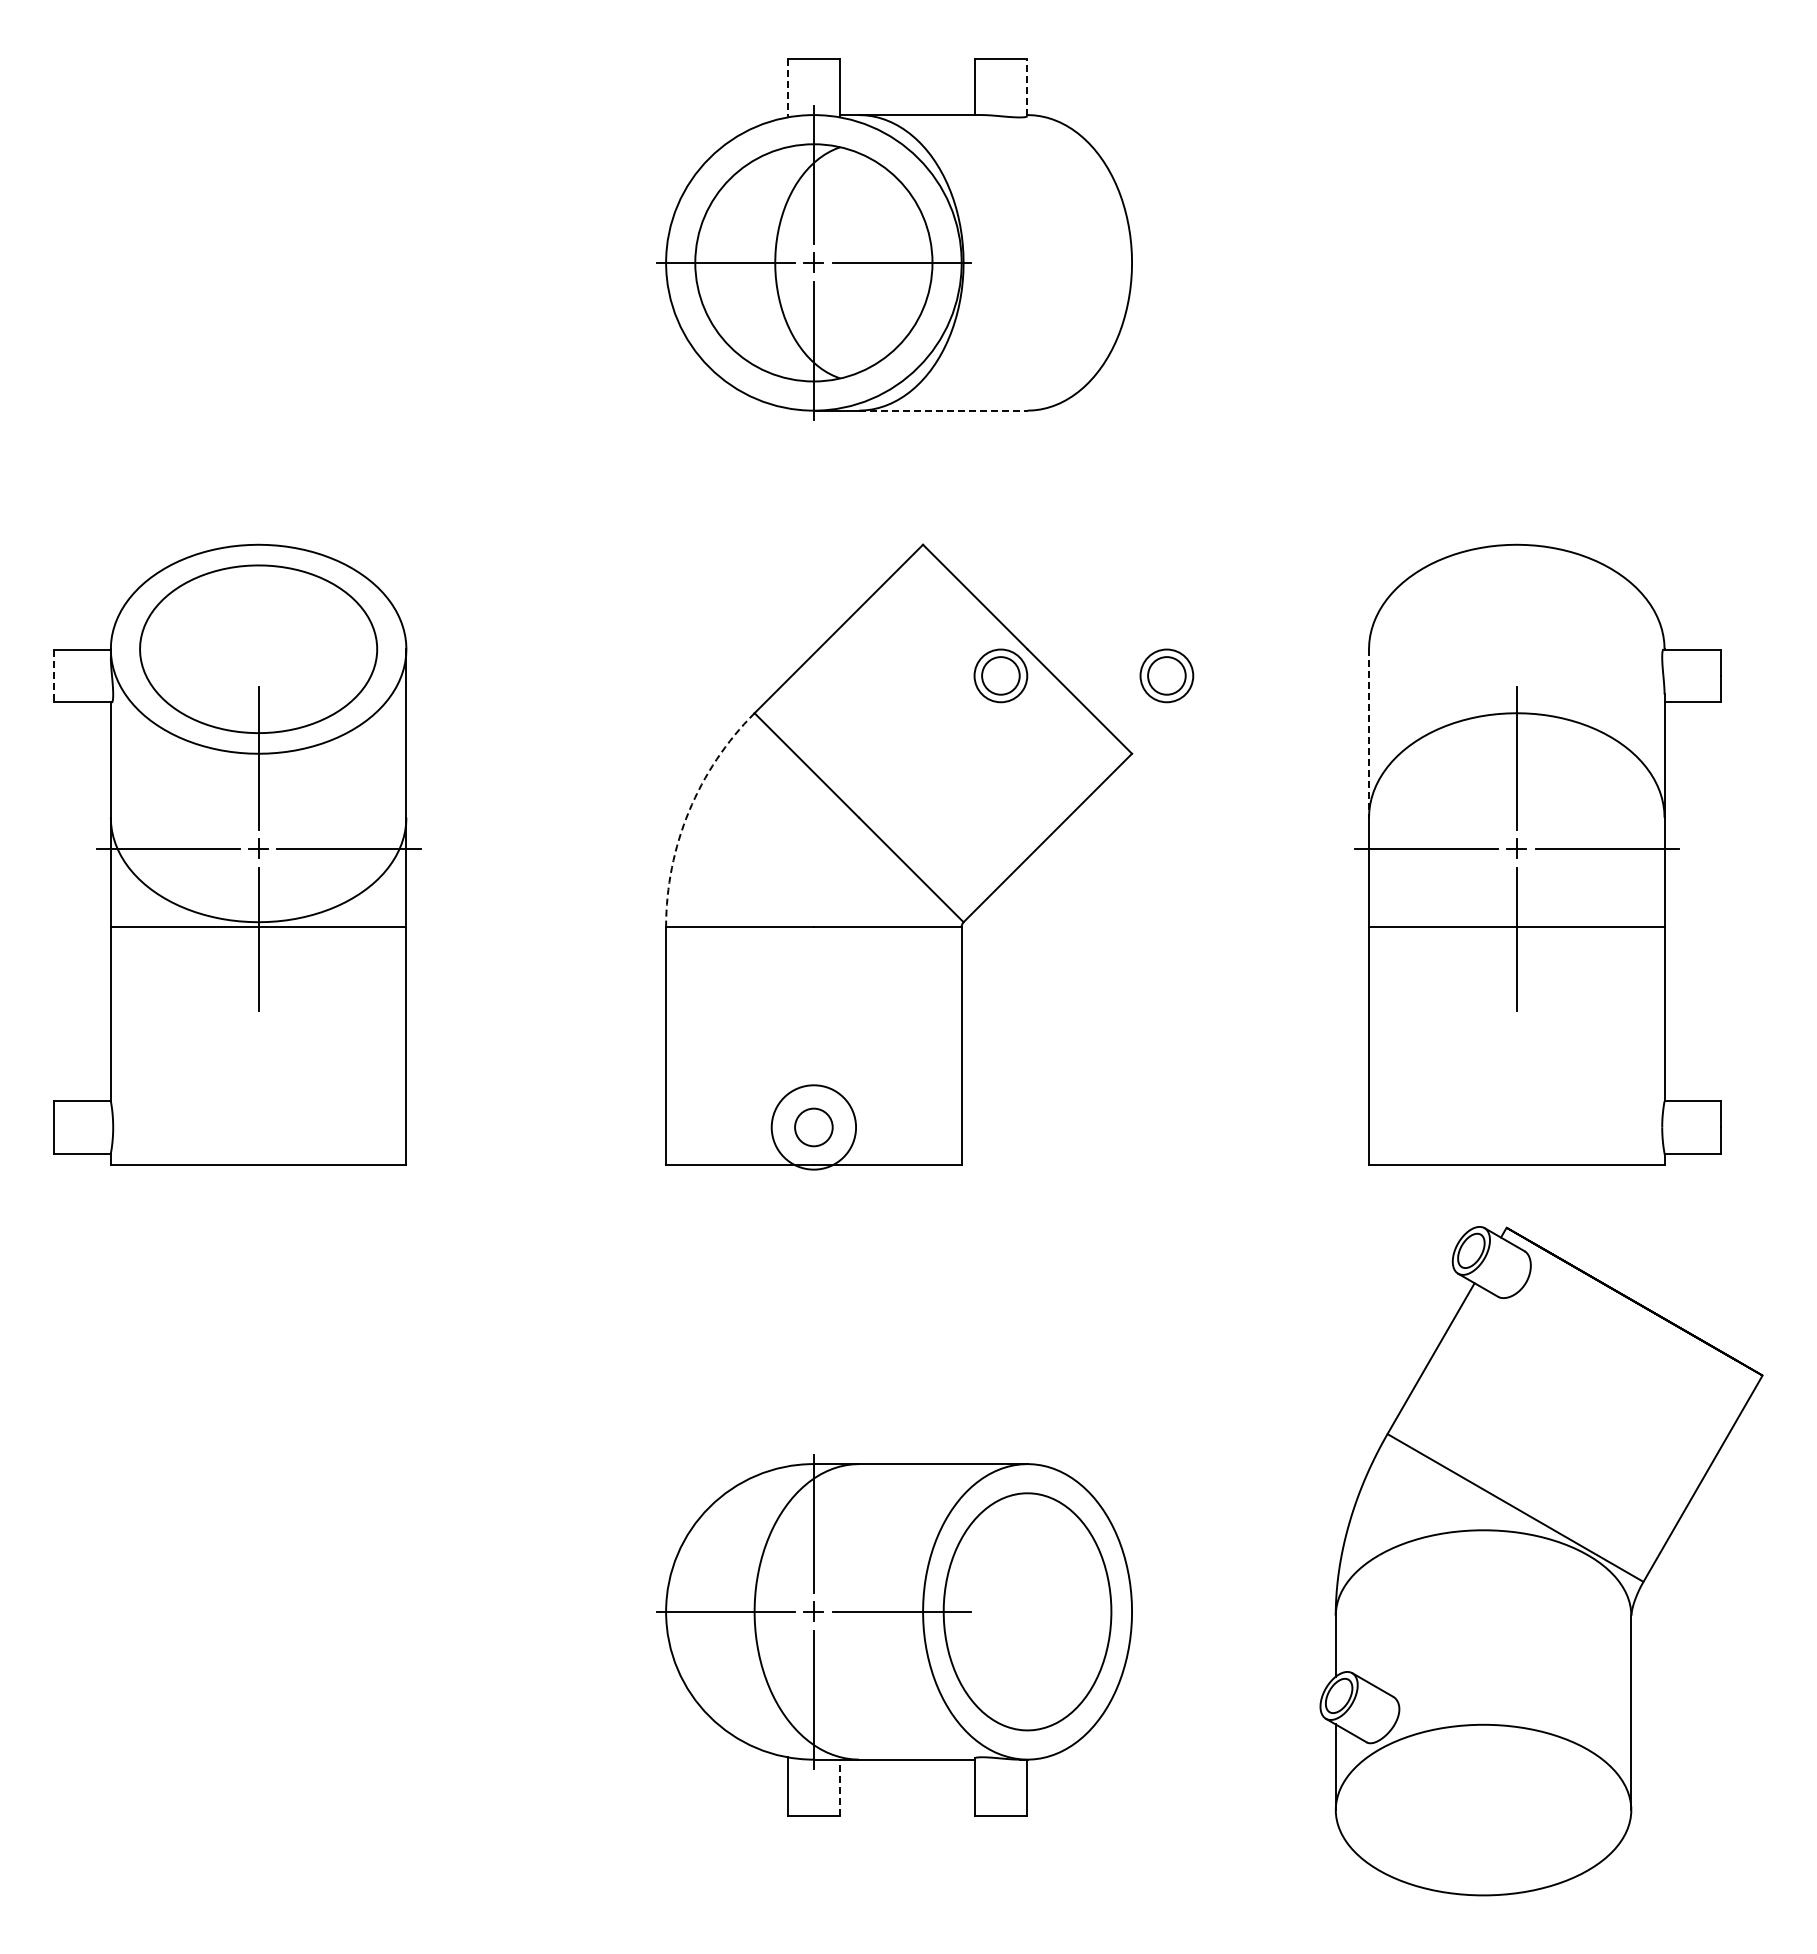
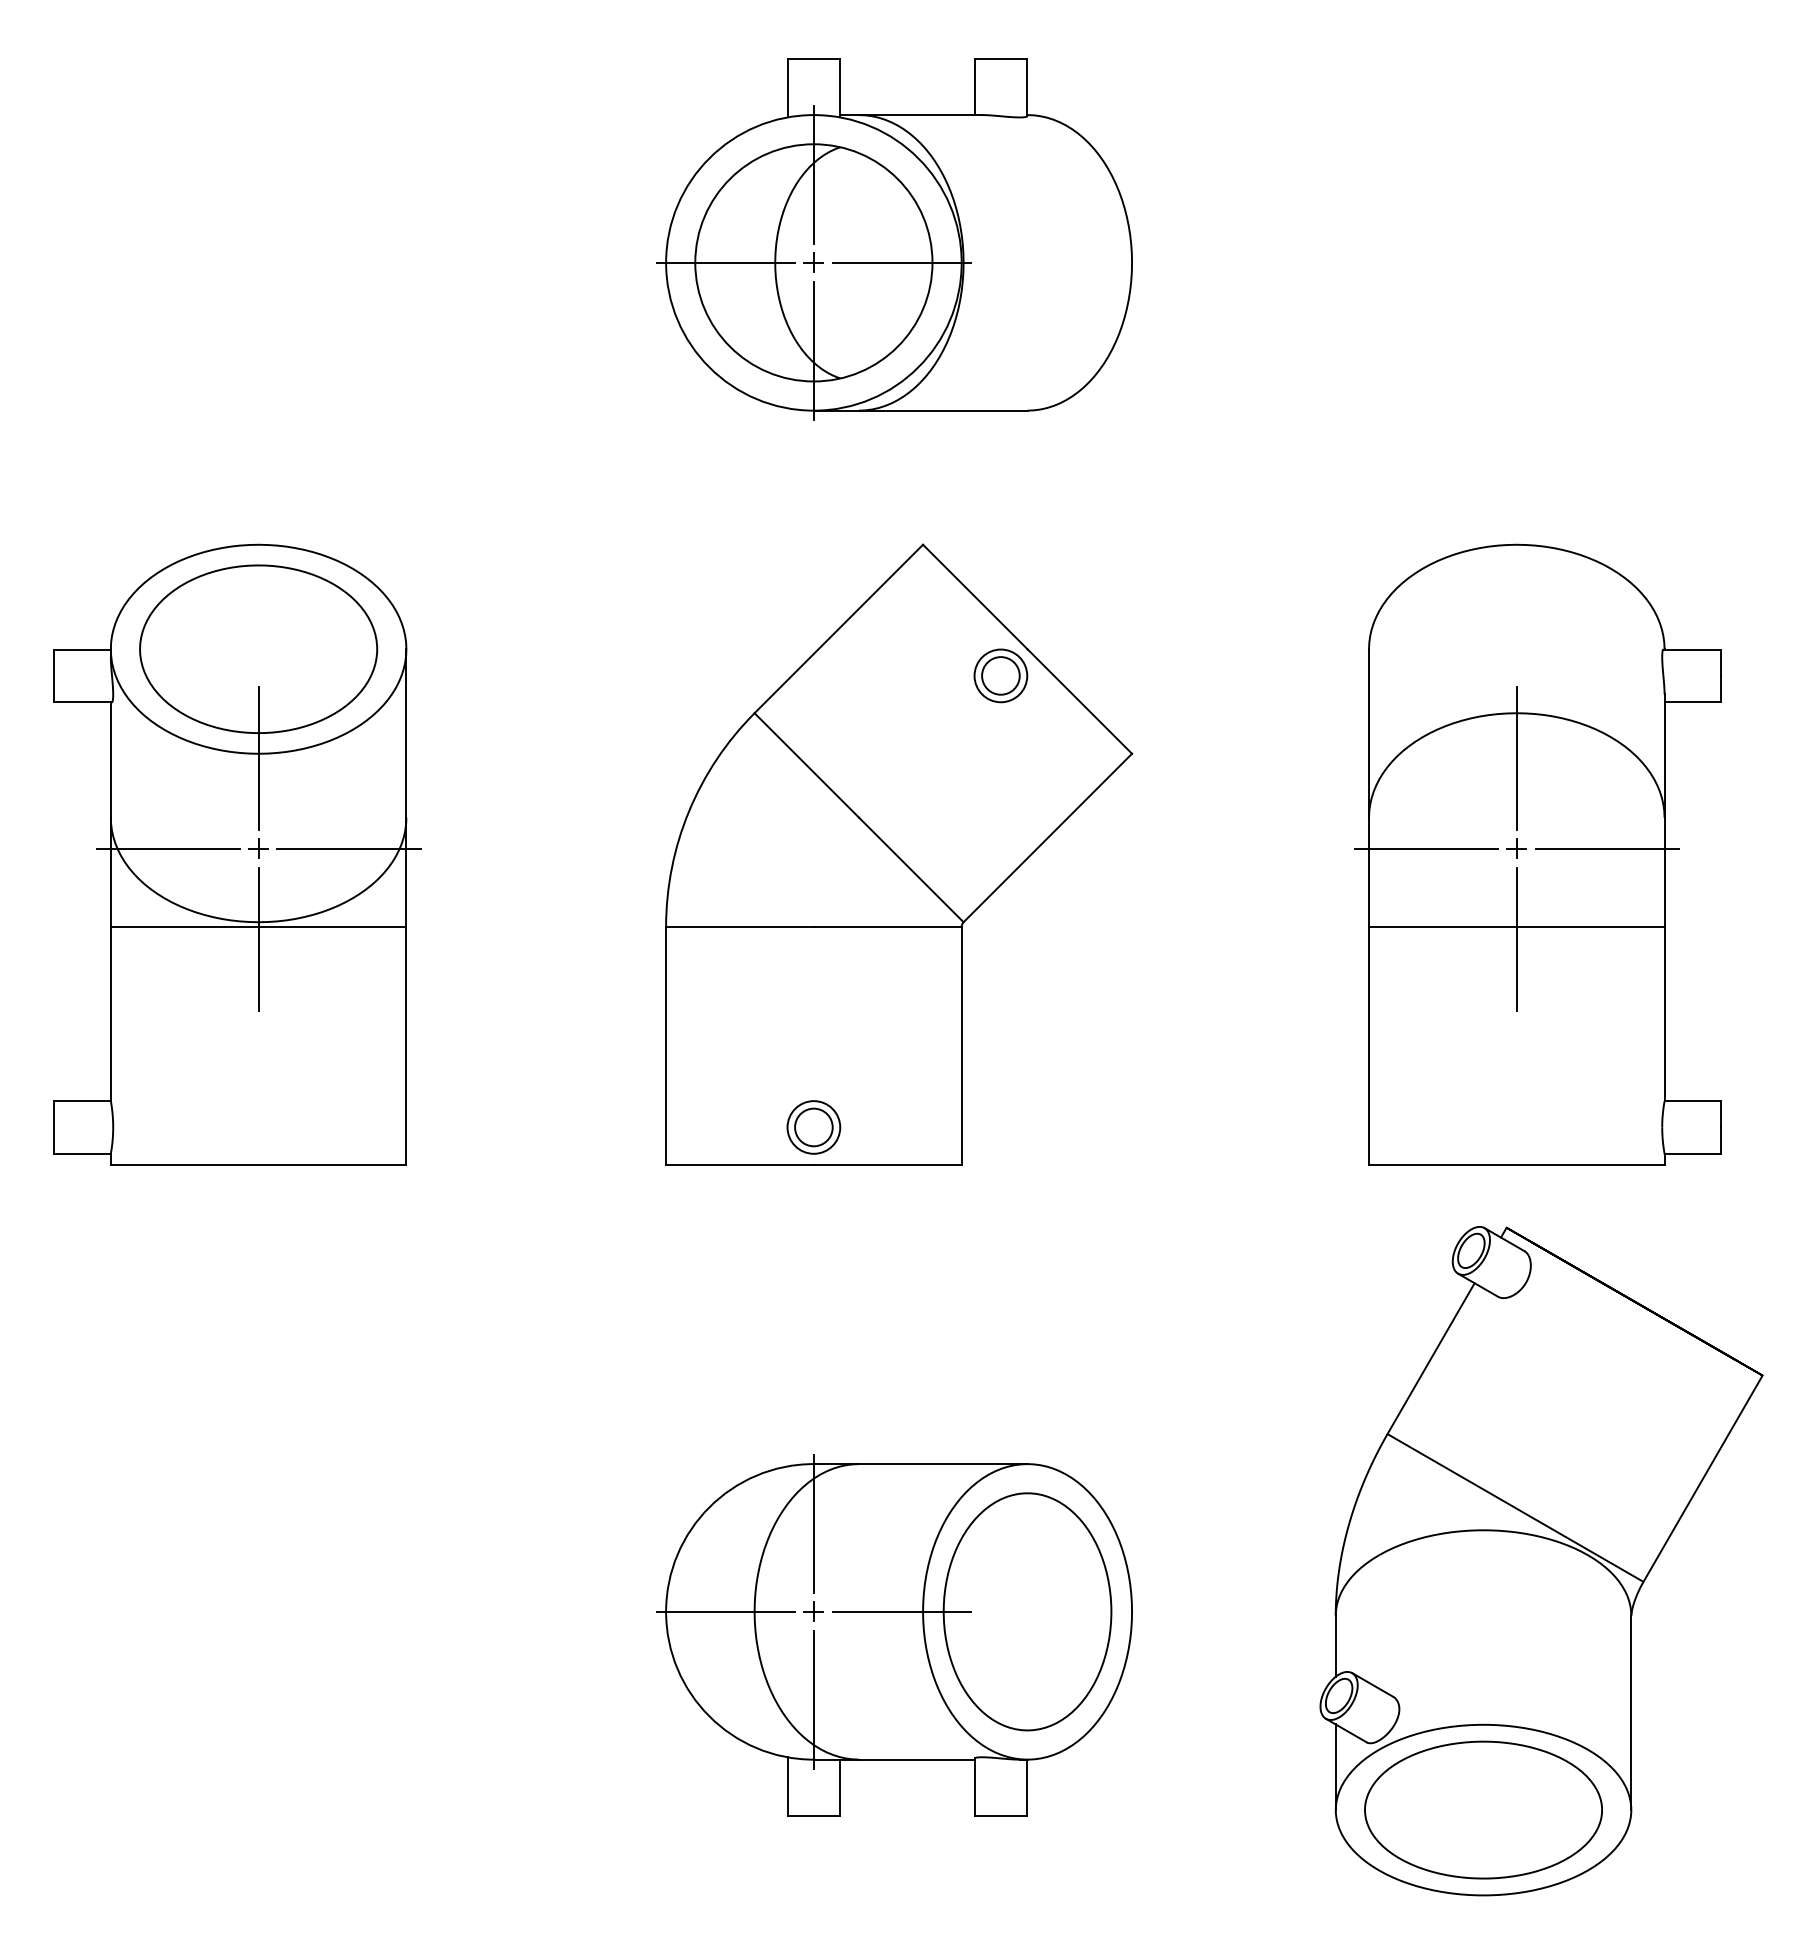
line at (1027, 87): dashed -> solid
line at (787, 88): dashed -> solid
line at (943, 410): dashed -> solid
part at (1166, 675): present -> none
line at (54, 676): dashed -> solid
line at (1369, 734): dashed -> solid
arc at (689, 811): dashed -> solid
circle at (813, 1127) diameter: 84 px -> 53 px
line at (840, 1787): dashed -> solid
part at (1483, 1809): none -> present
